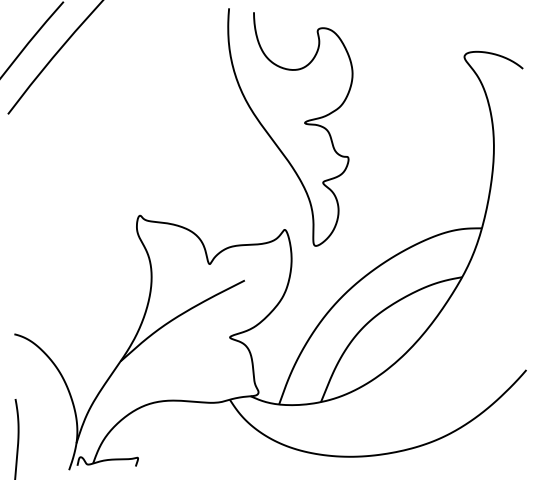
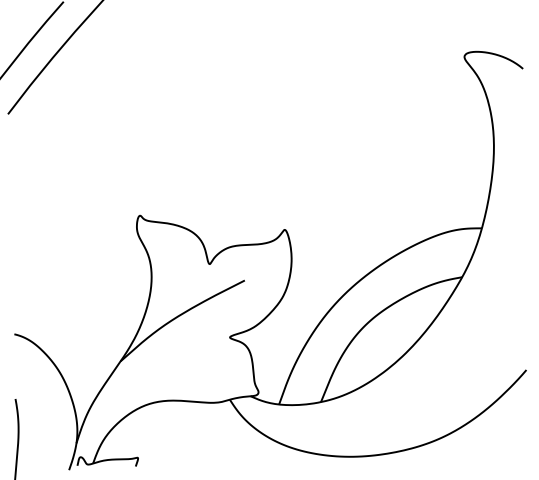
curve at (304, 123): present -> none
